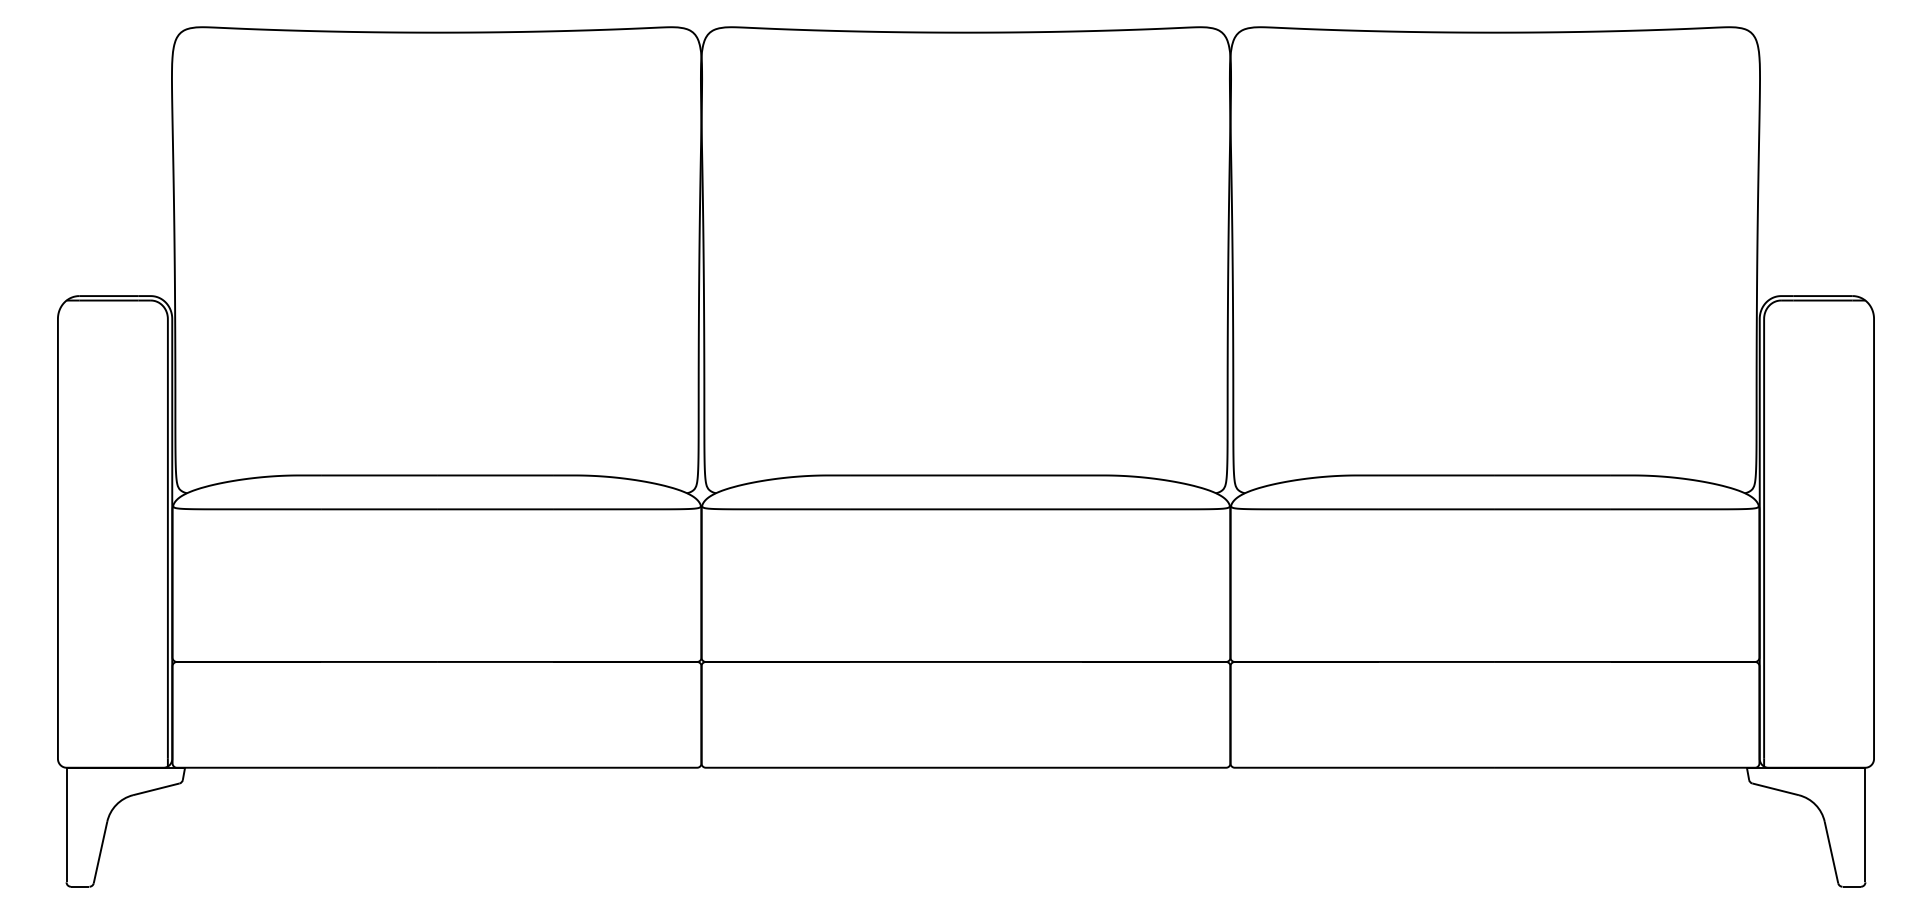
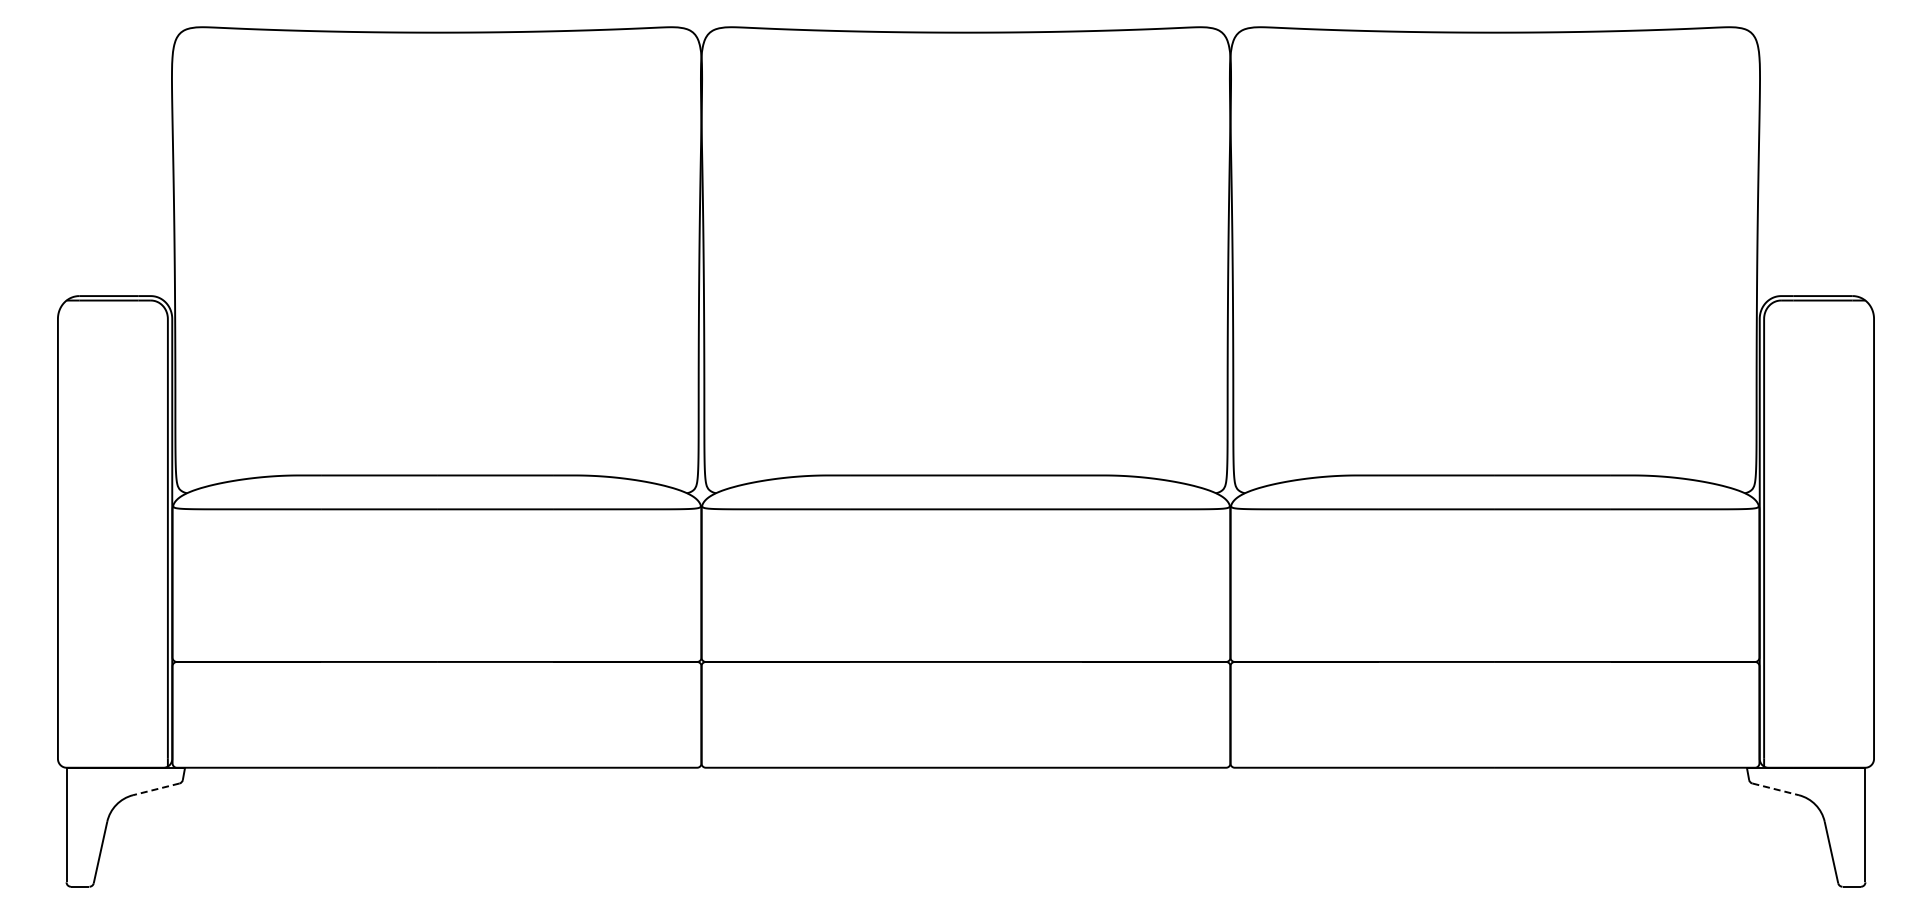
line at (156, 789): solid -> dashed
line at (1775, 789): solid -> dashed
